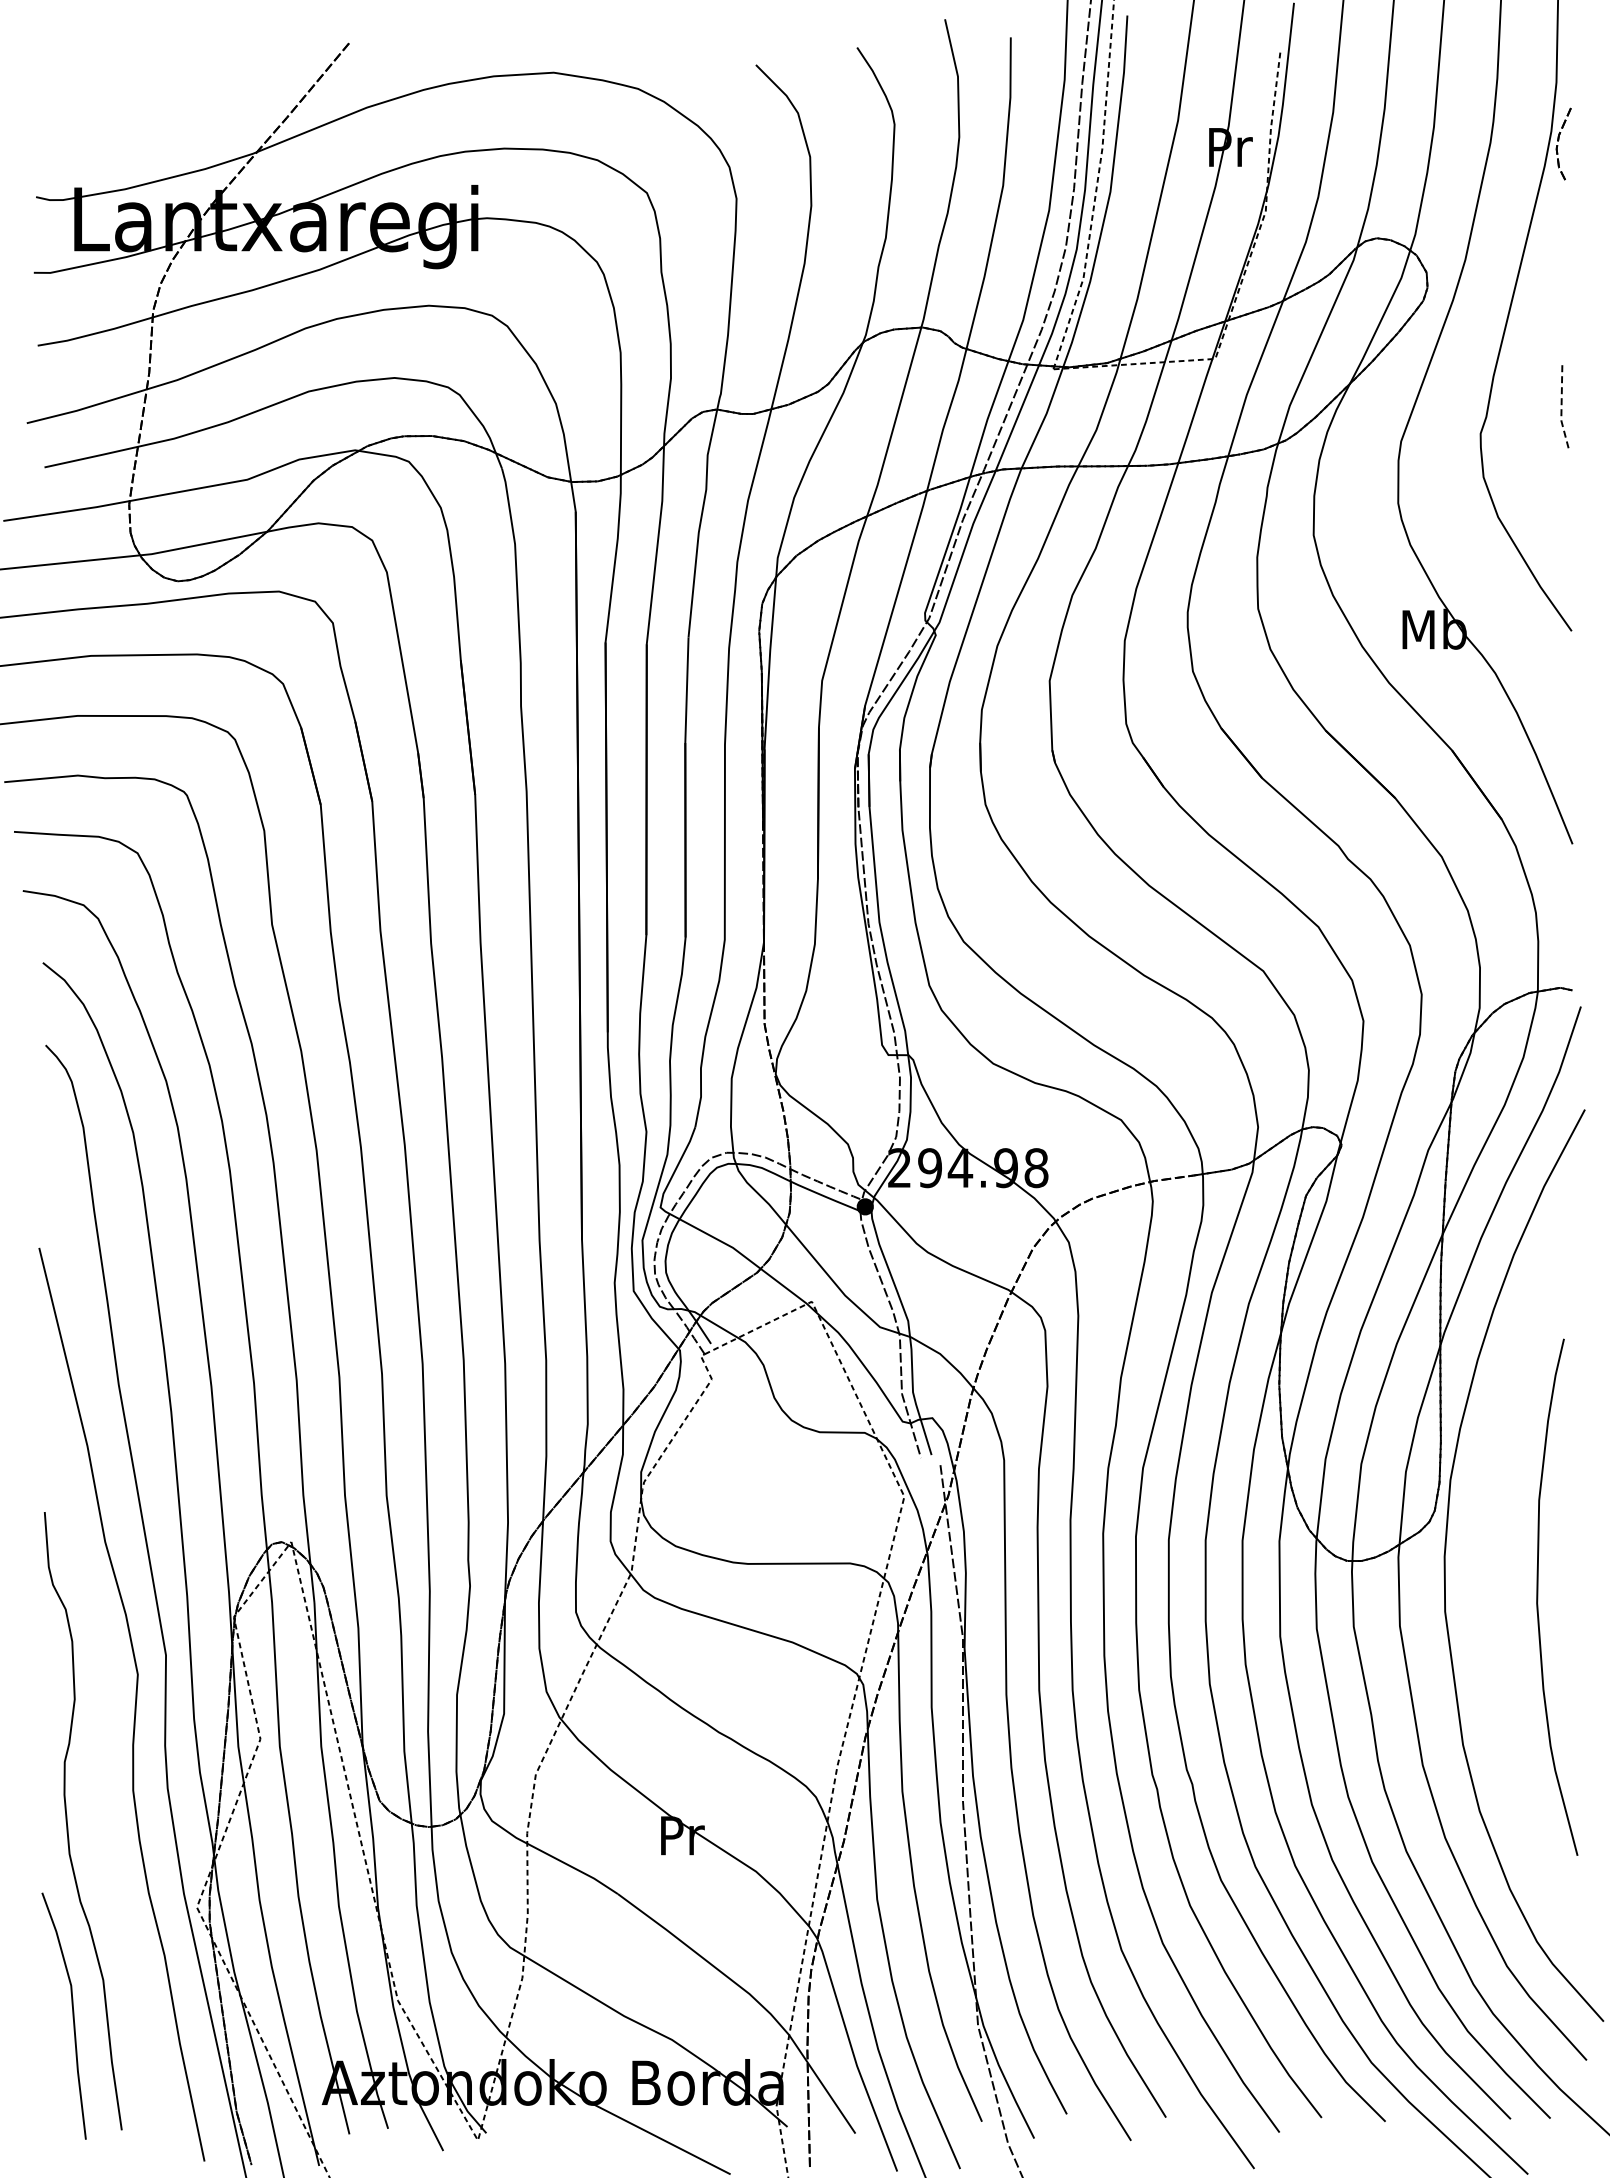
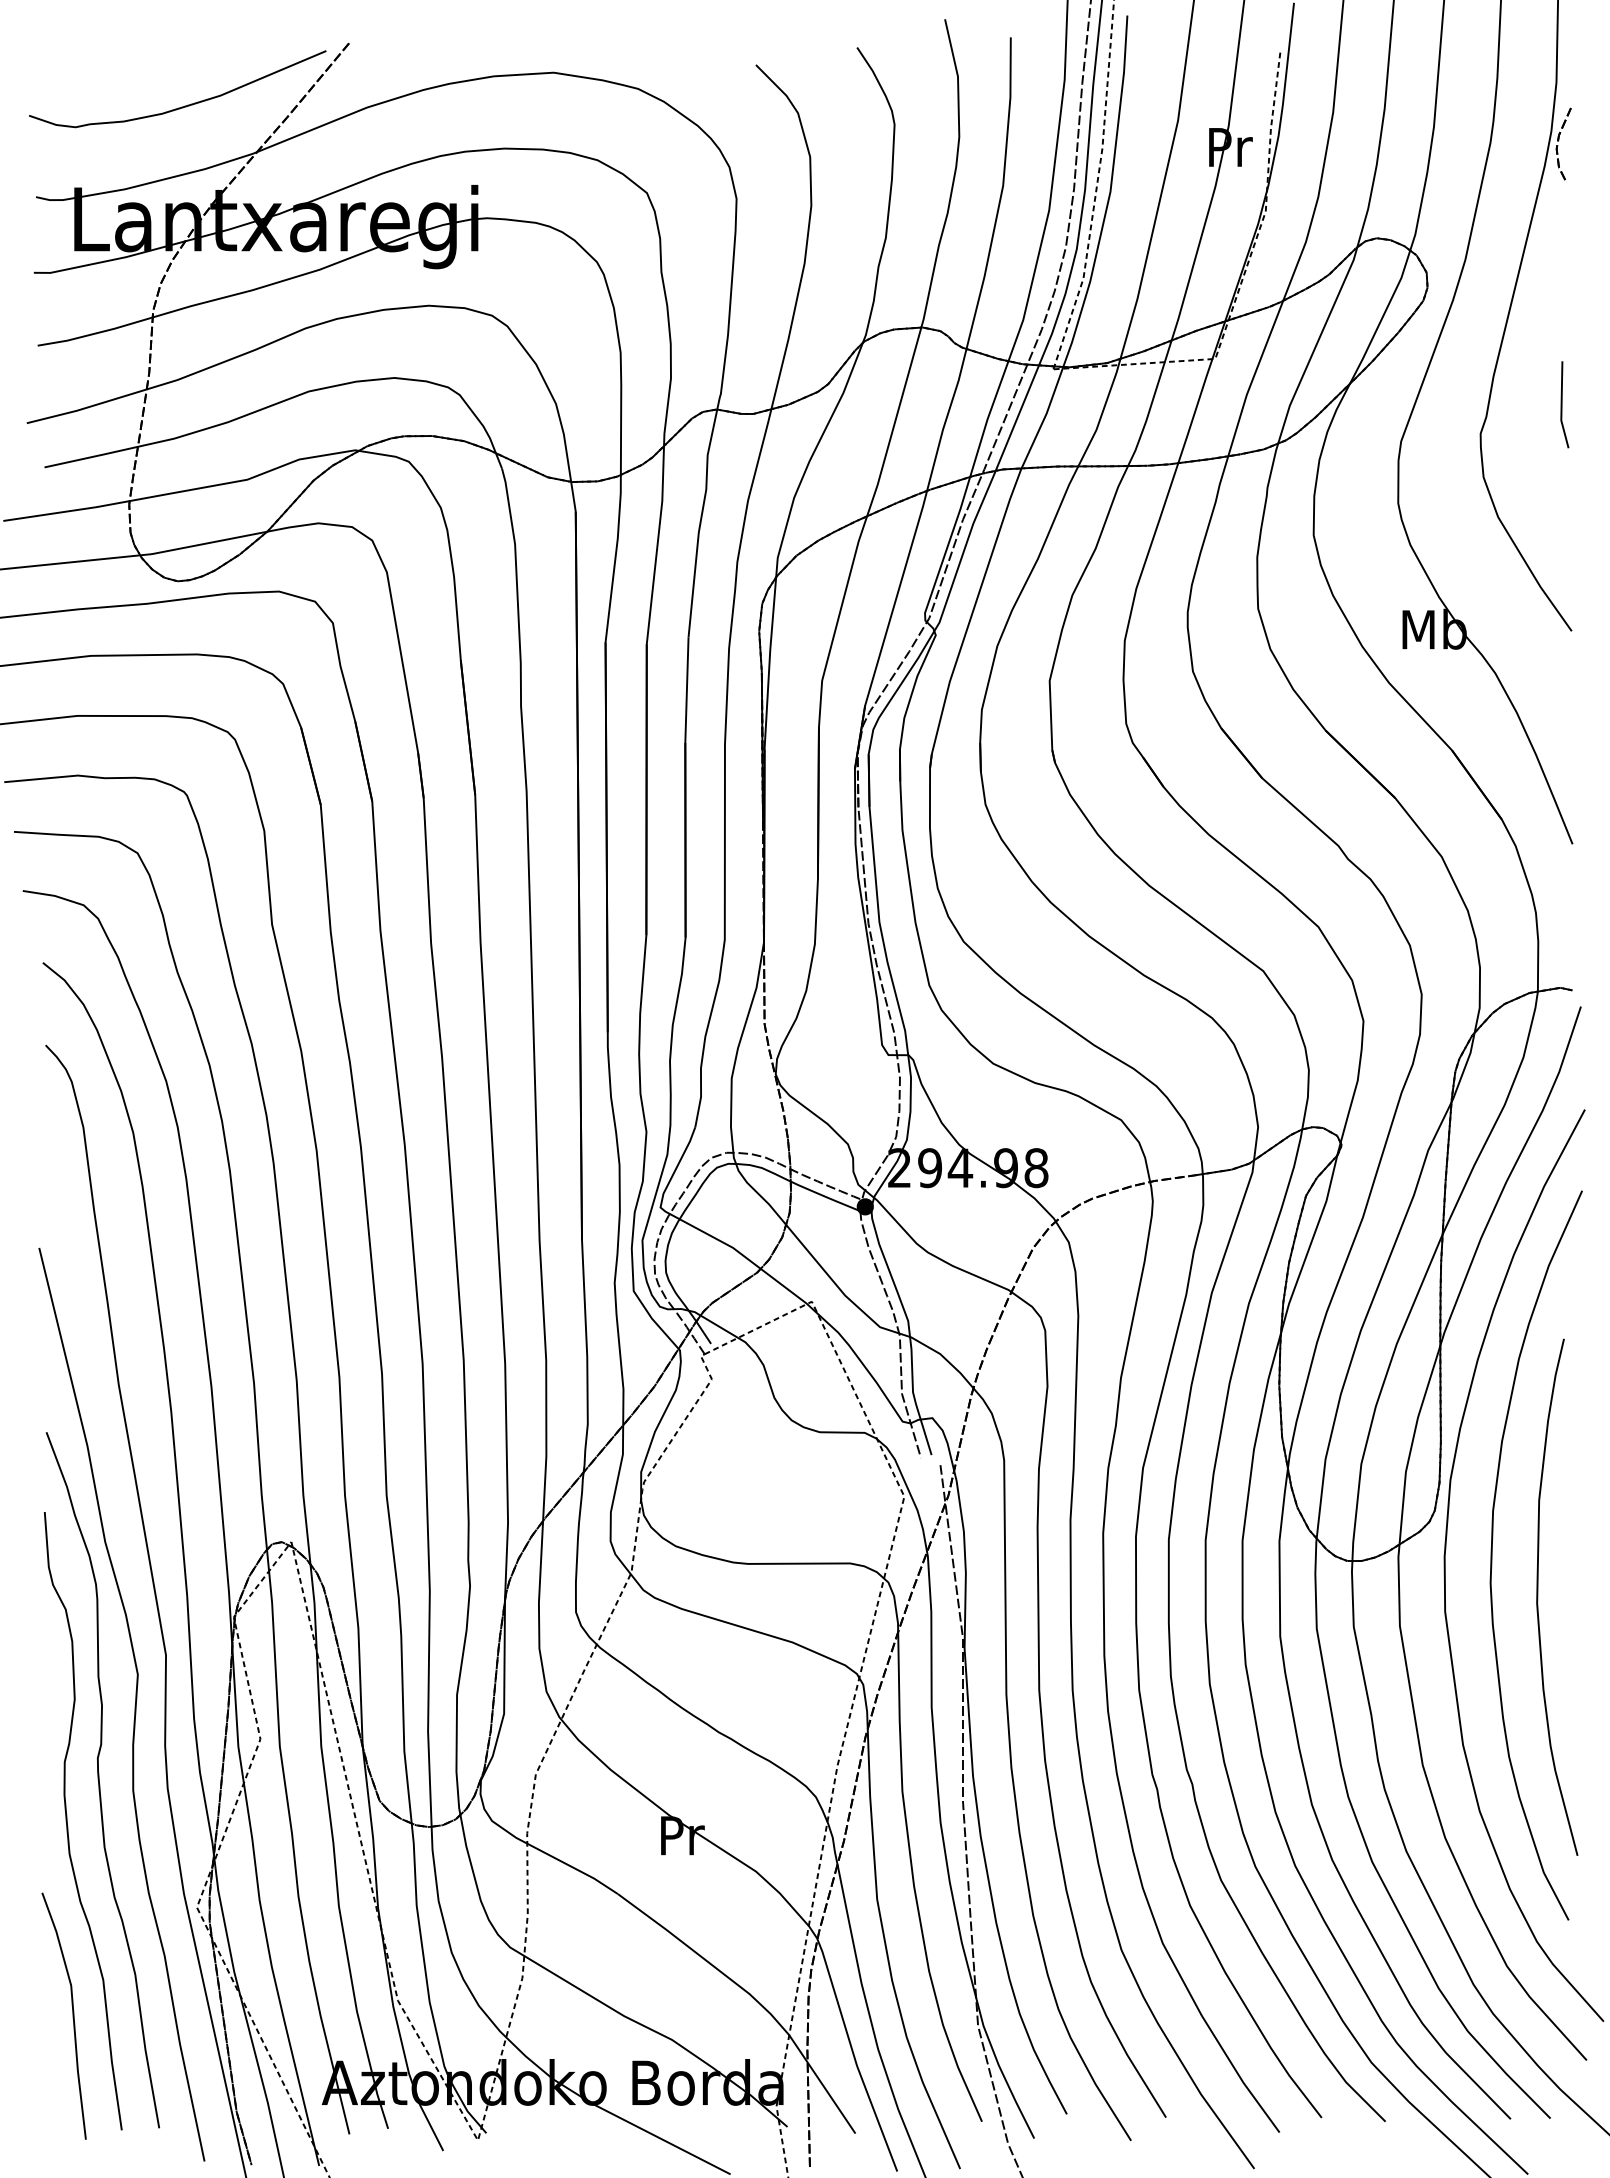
curve at (184, 105): none -> present
line at (1561, 405): dashed -> solid
curve at (1492, 1555): none -> present
curve at (99, 1780): none -> present
